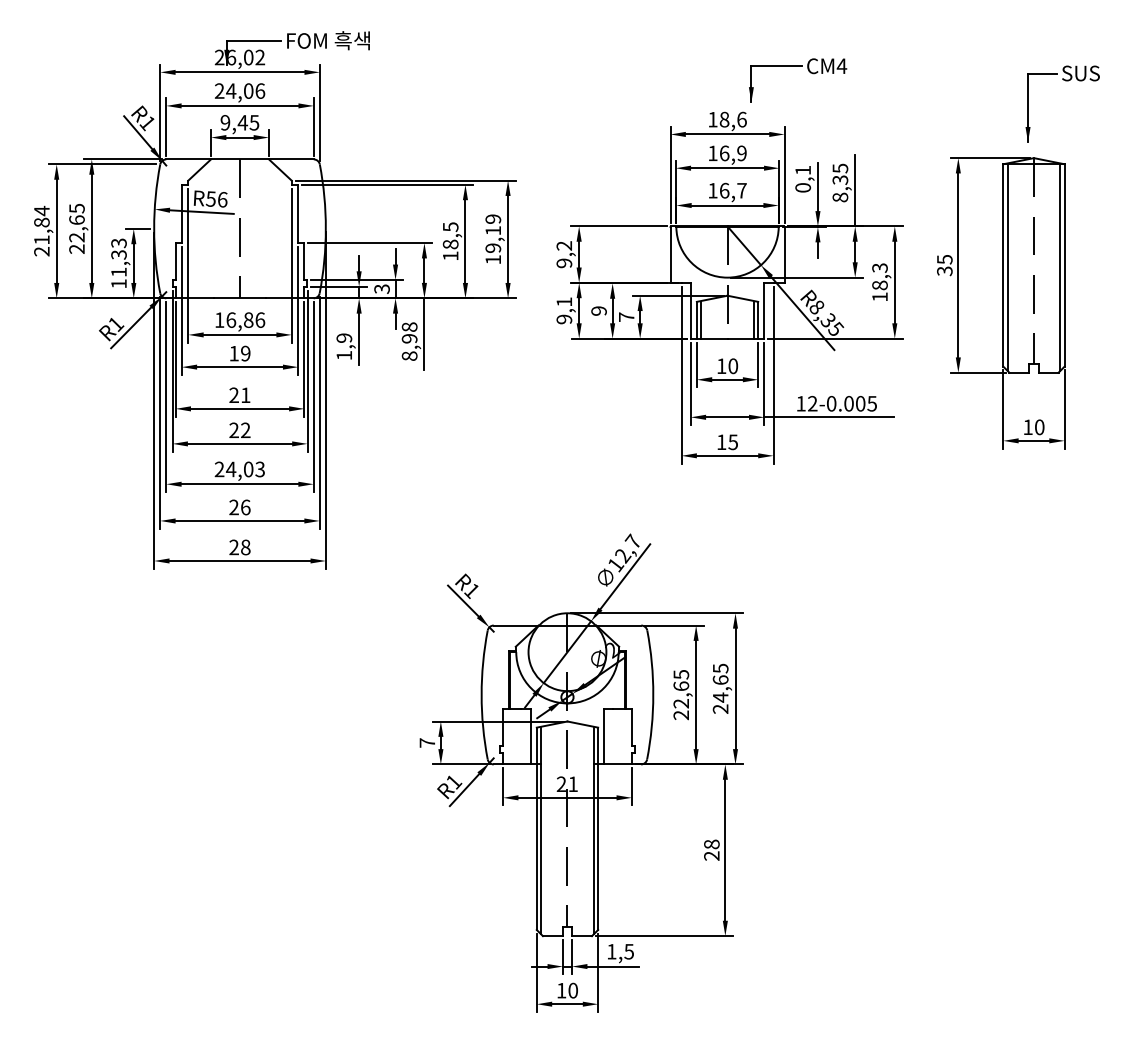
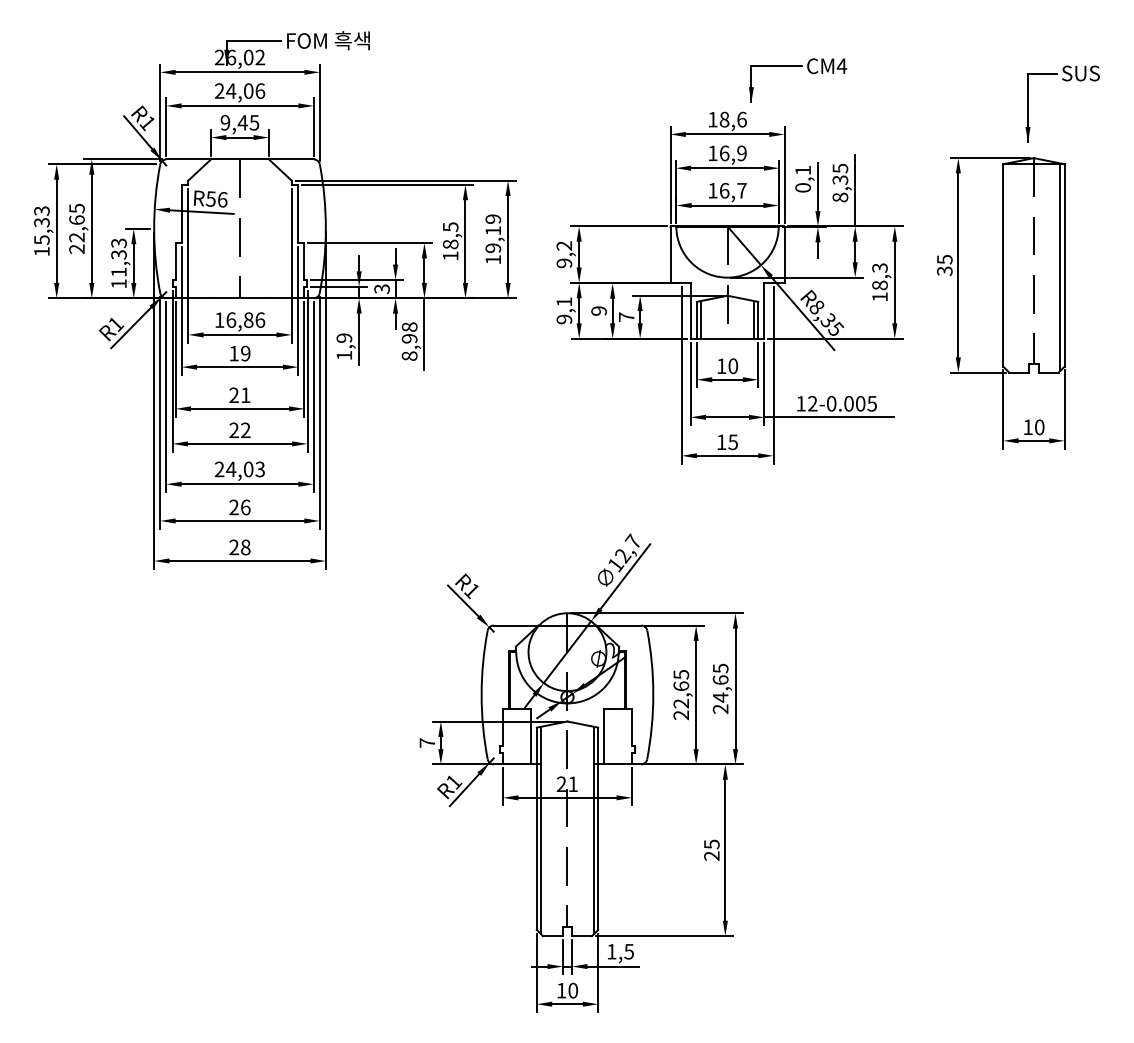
text at (41, 230): 21,84 -> 15,33
line at (1007, 267): present -> none
text at (711, 844): 28 -> 25
